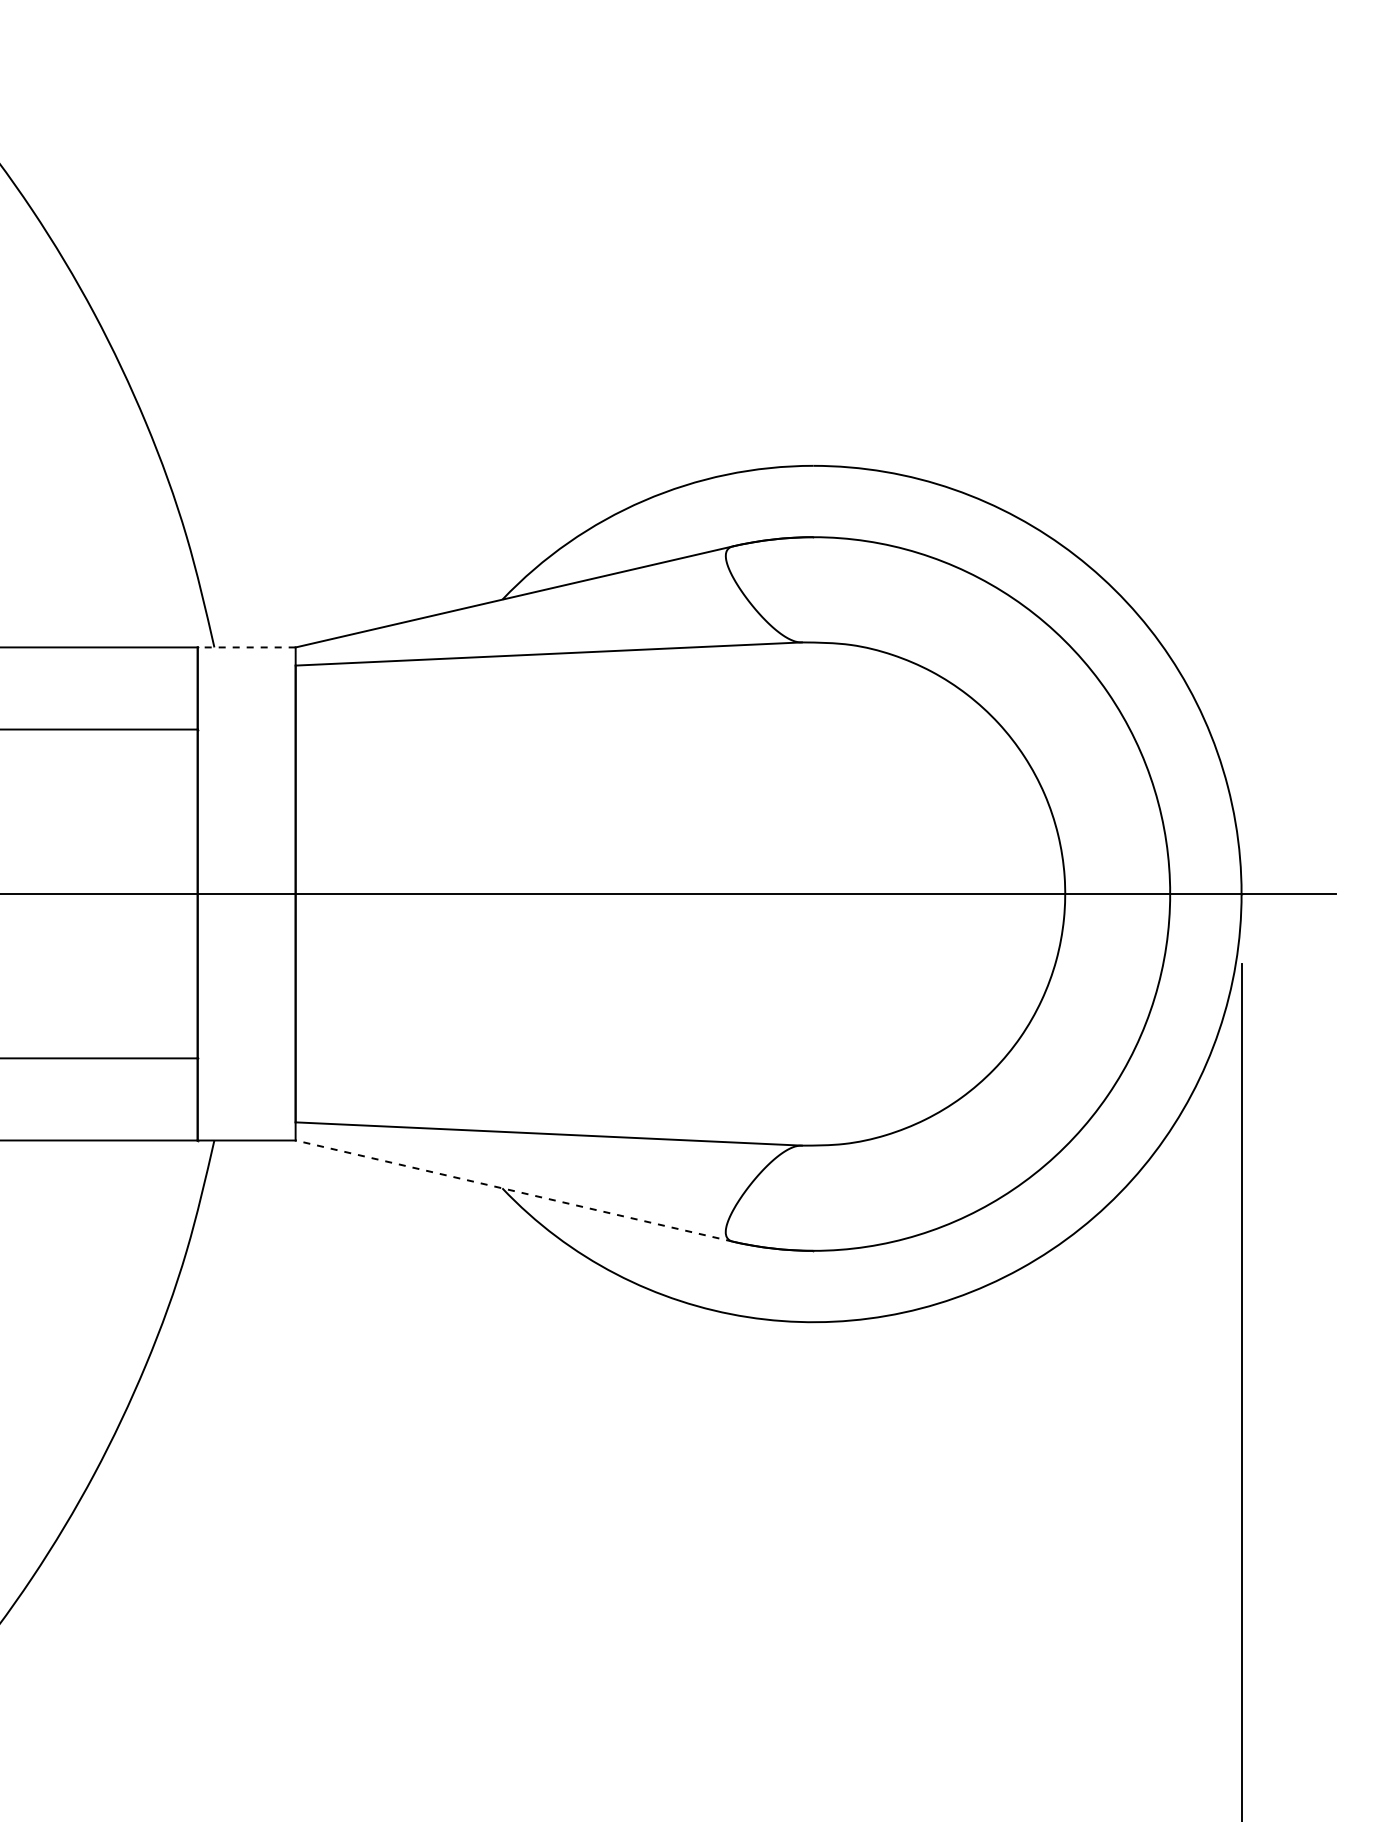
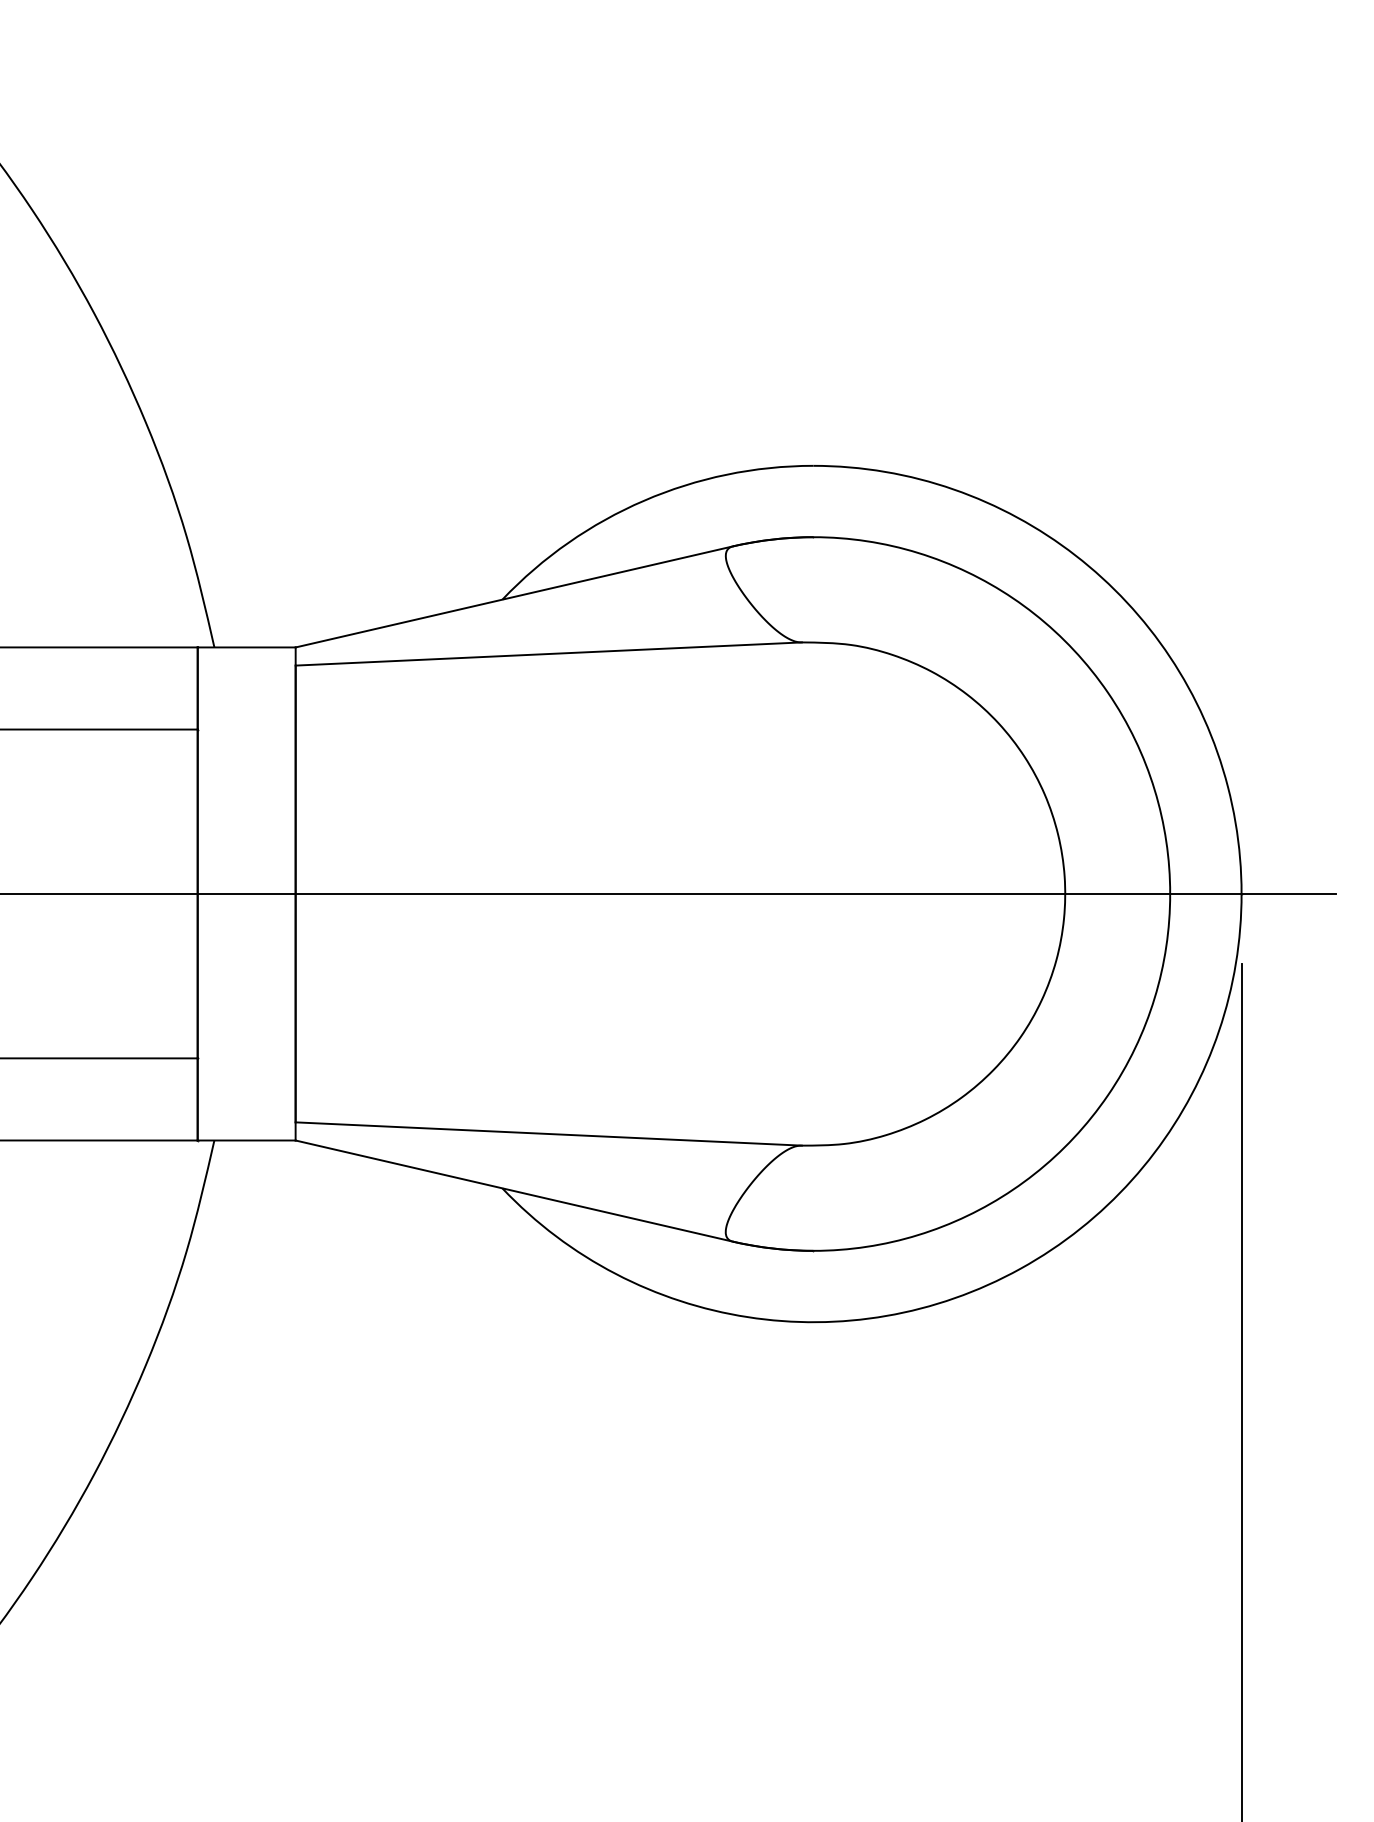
line at (246, 647): dashed -> solid
line at (513, 1190): dashed -> solid
